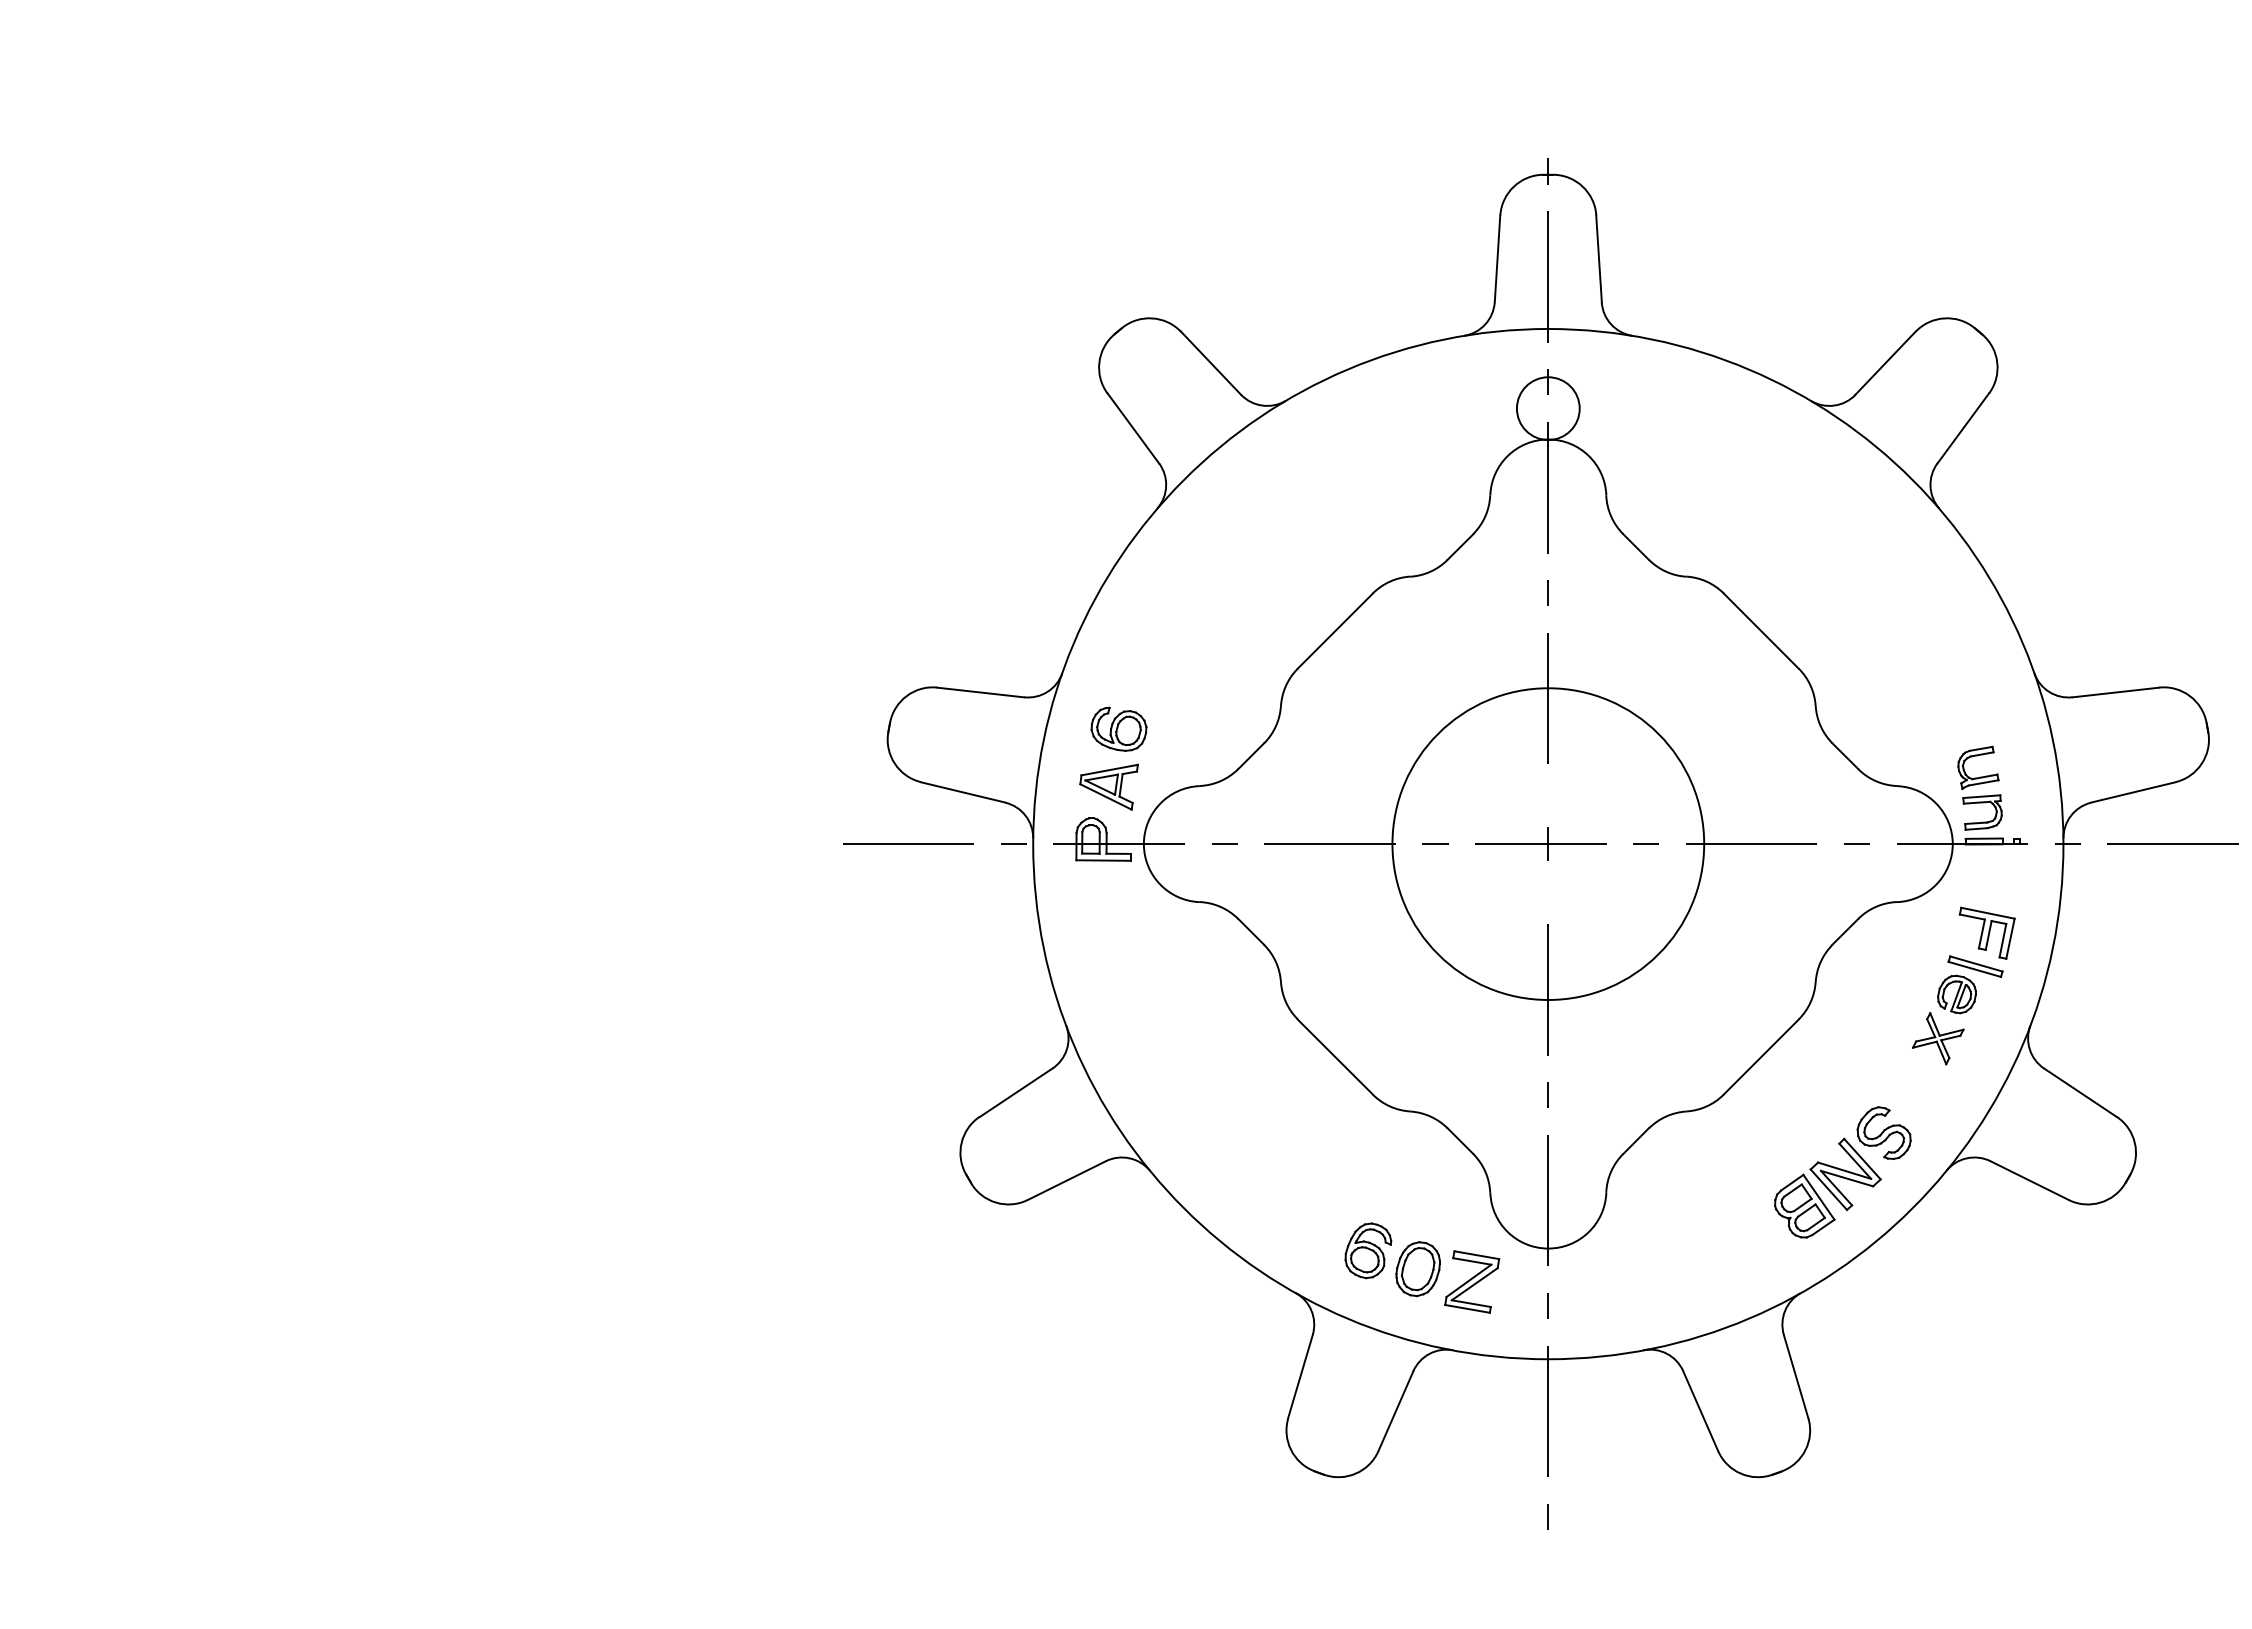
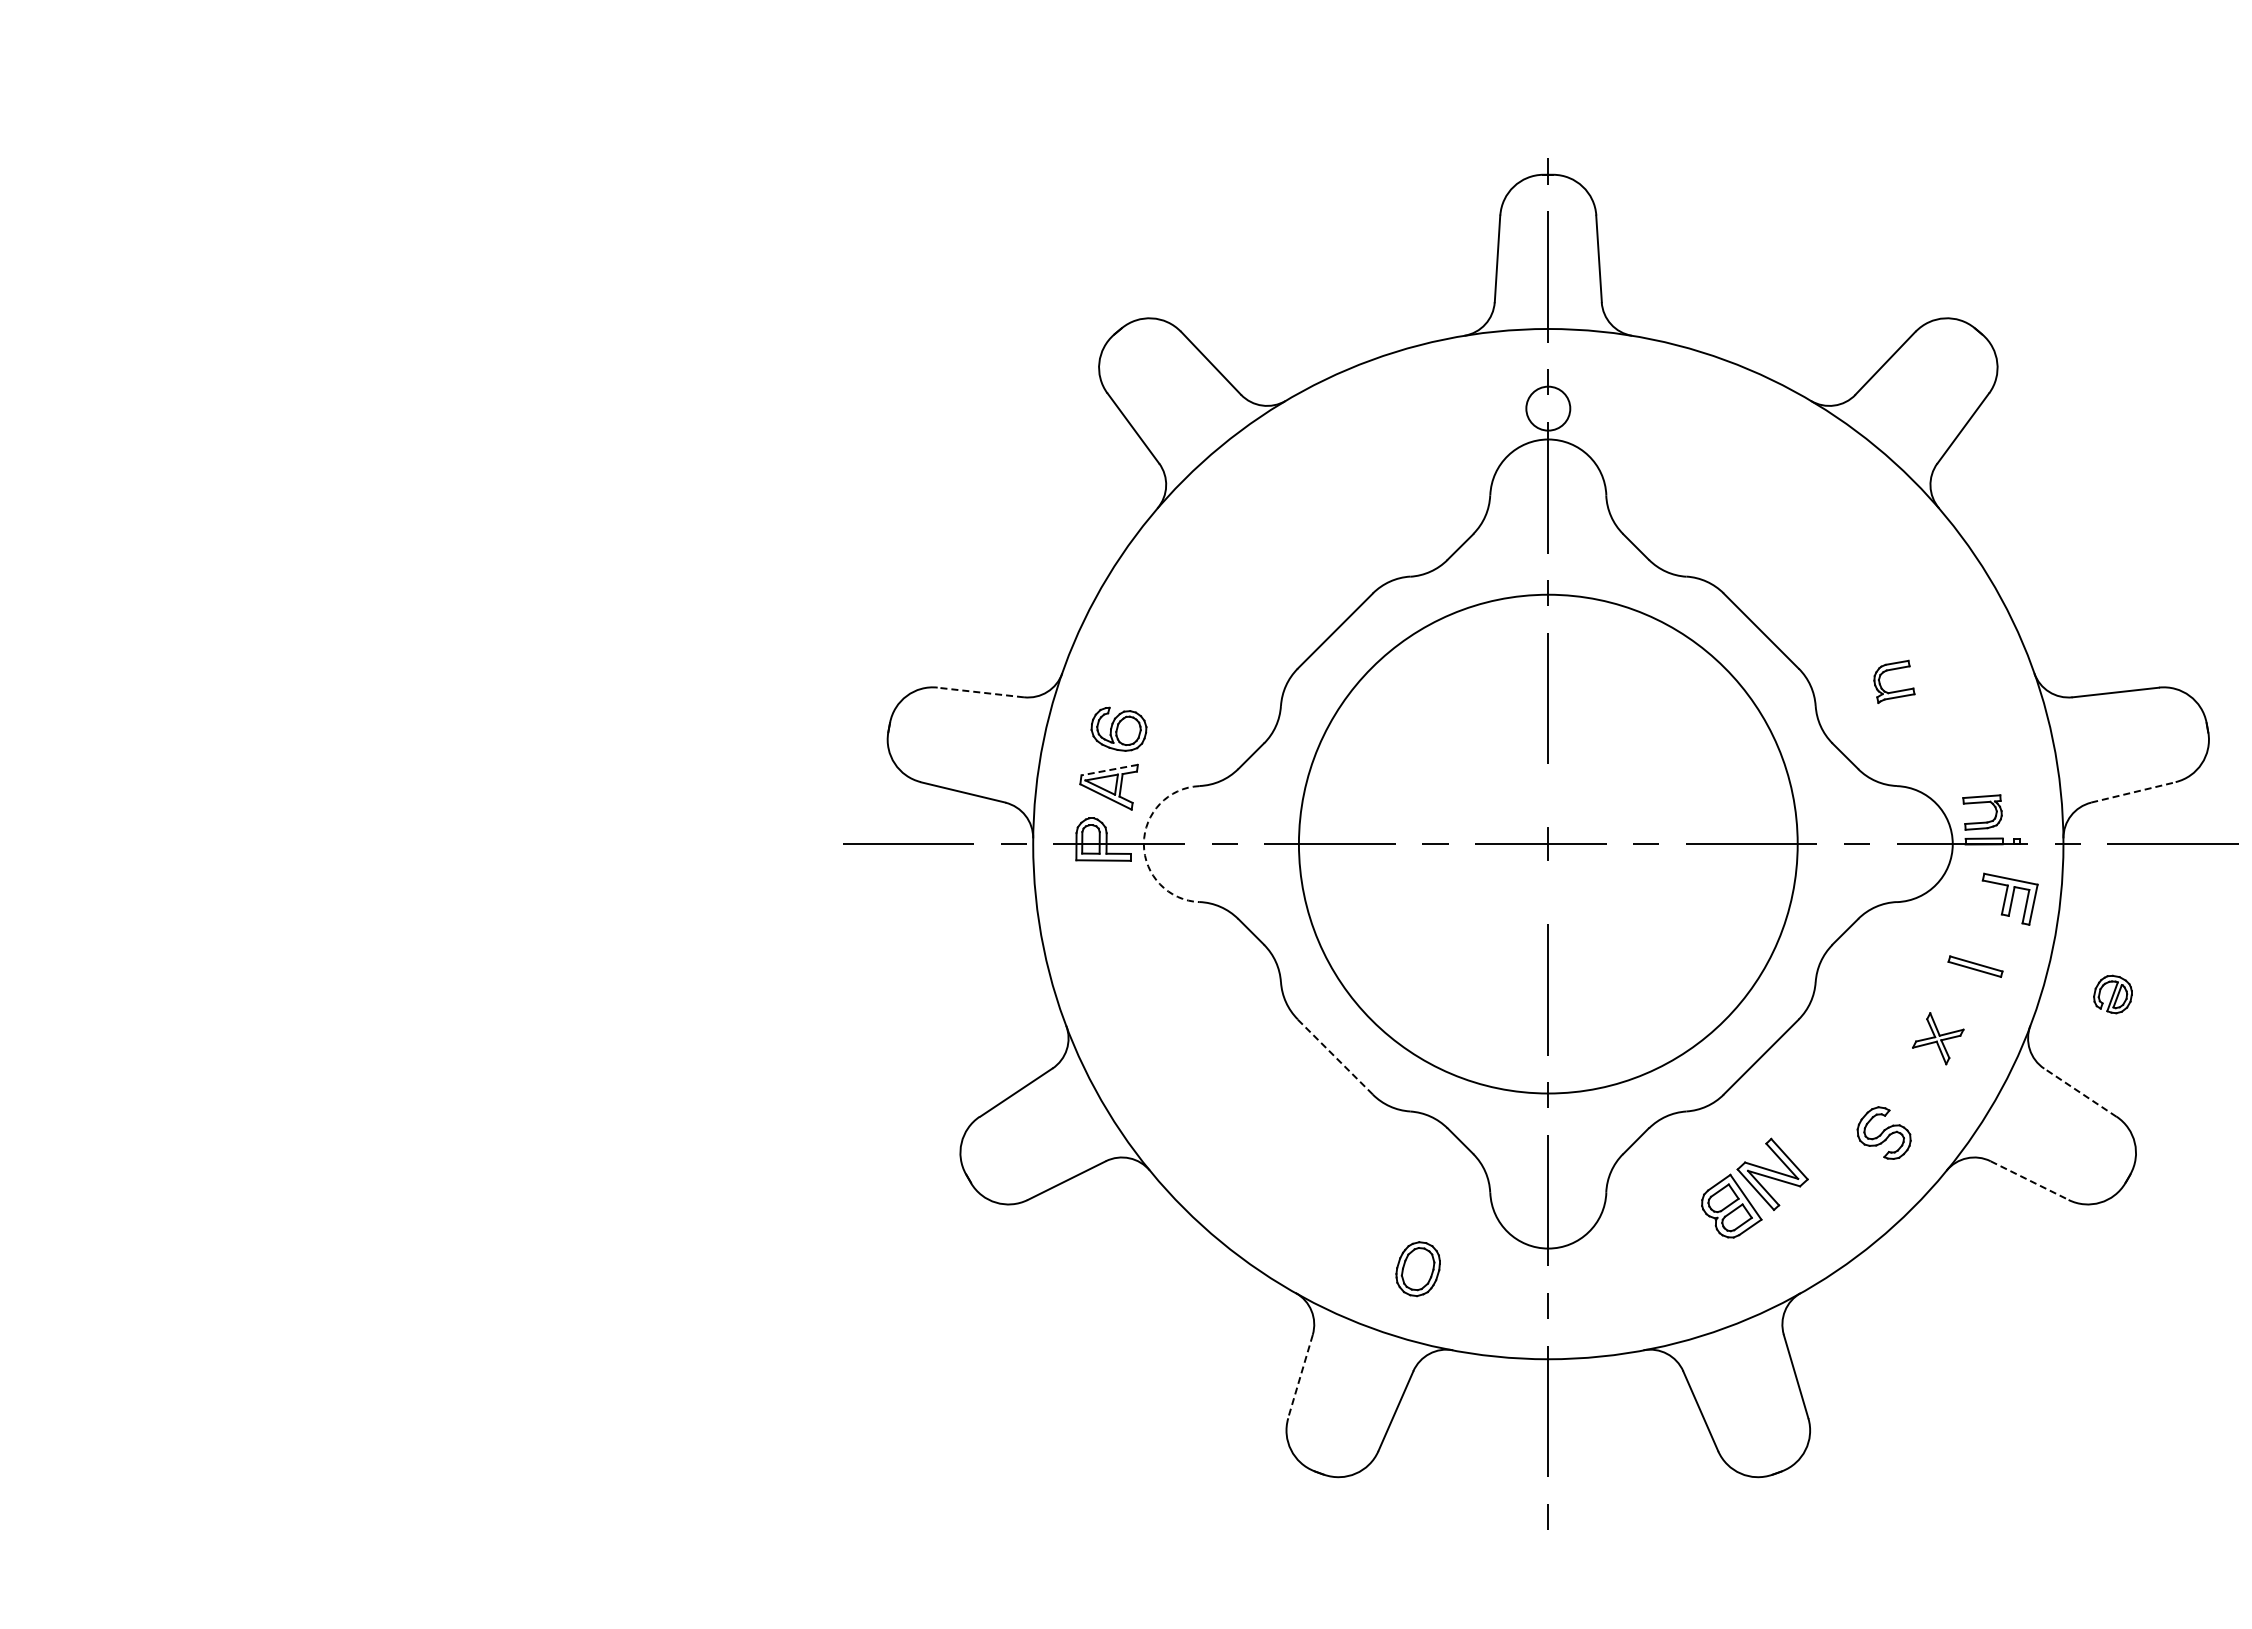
circle at (1547, 408) diameter: 63 px -> 44 px
line at (980, 692): solid -> dashed
line at (1109, 770): solid -> dashed
part at (1980, 776) position: (1980, 776) -> (1896, 690)
line at (2133, 792): solid -> dashed
circle at (1548, 843) diameter: 312 px -> 499 px
arc at (1143, 844): solid -> dashed
part at (1986, 932) position: (1986, 932) -> (2009, 898)
part at (1956, 994) position: (1956, 994) -> (2112, 994)
line at (1334, 1056): solid -> dashed
line at (2080, 1092): solid -> dashed
line at (2029, 1180): solid -> dashed
part at (1827, 1187) position: (1827, 1187) -> (1754, 1187)
part at (1368, 1250): present -> none
part at (1472, 1281): present -> none
line at (1300, 1377): solid -> dashed
